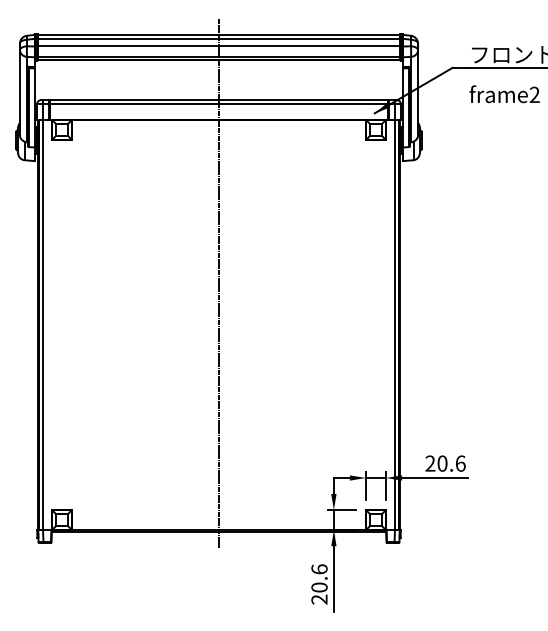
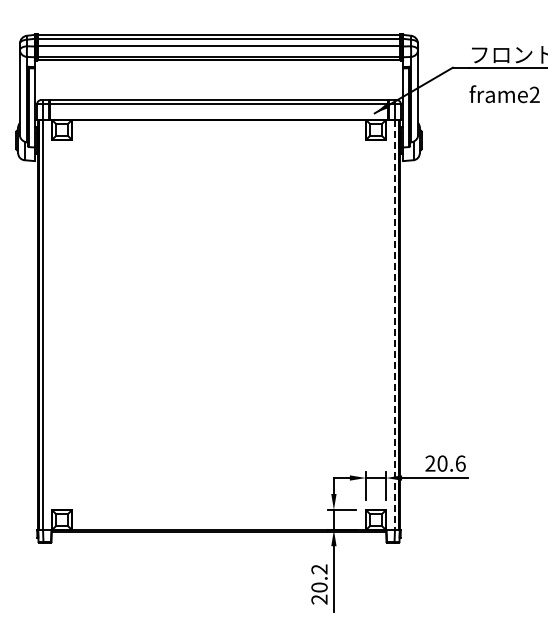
line at (219, 282): present -> none
line at (394, 325): solid -> dashed
text at (319, 569): 20.6 -> 20.2
